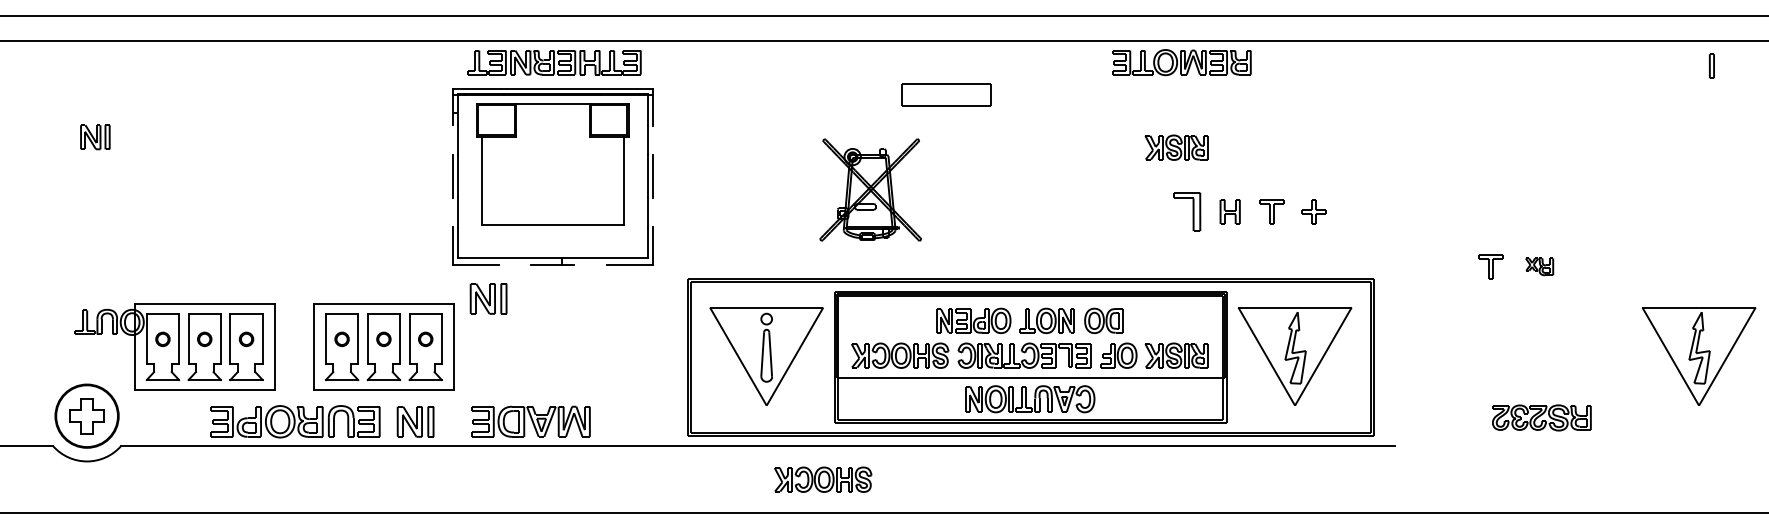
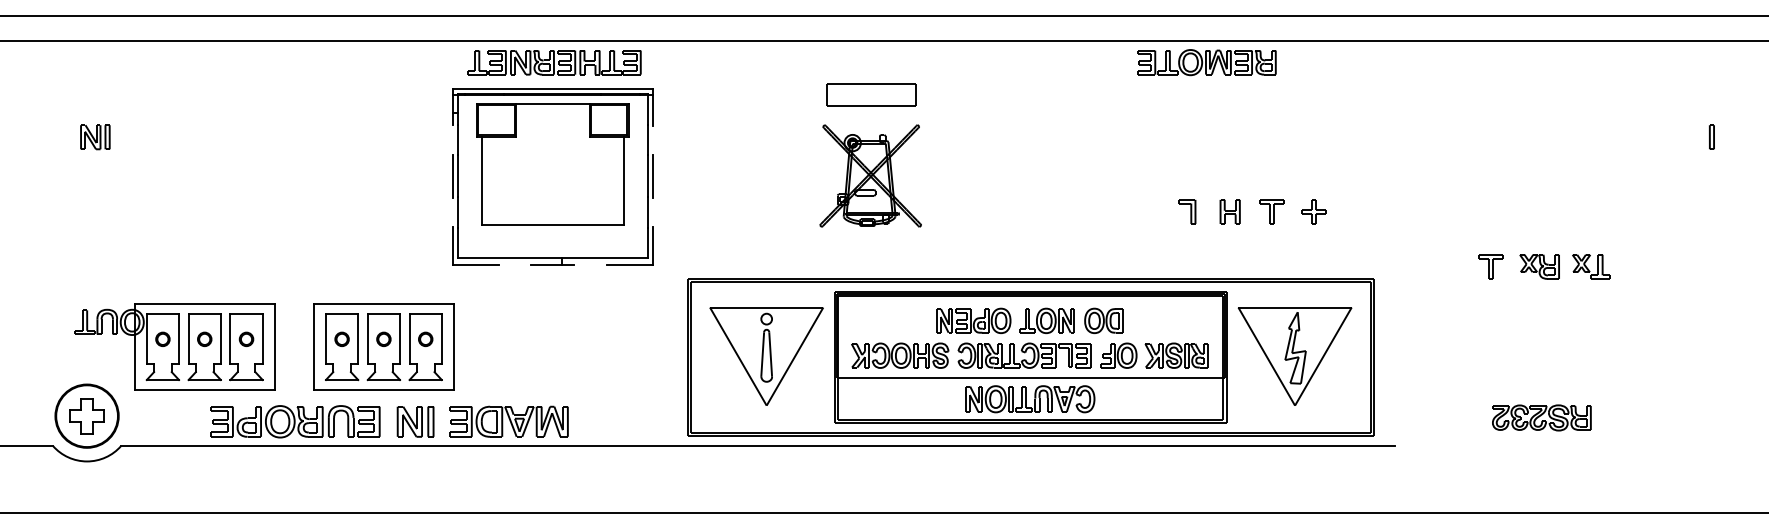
part at (1181, 62) position: (1181, 62) -> (1206, 62)
part at (1711, 65) position: (1711, 65) -> (1711, 136)
part at (946, 94) position: (946, 94) -> (871, 94)
part at (1176, 147): present -> none
part at (870, 189) position: (870, 189) -> (870, 175)
part at (1187, 211) size: 29x40 px -> 19x26 px
part at (1539, 266) size: 30x20 px -> 41x26 px
part at (1591, 266): none -> present
part at (488, 298): present -> none
part at (1698, 356): present -> none
part at (530, 421) position: (530, 421) -> (508, 421)
part at (823, 479): present -> none
